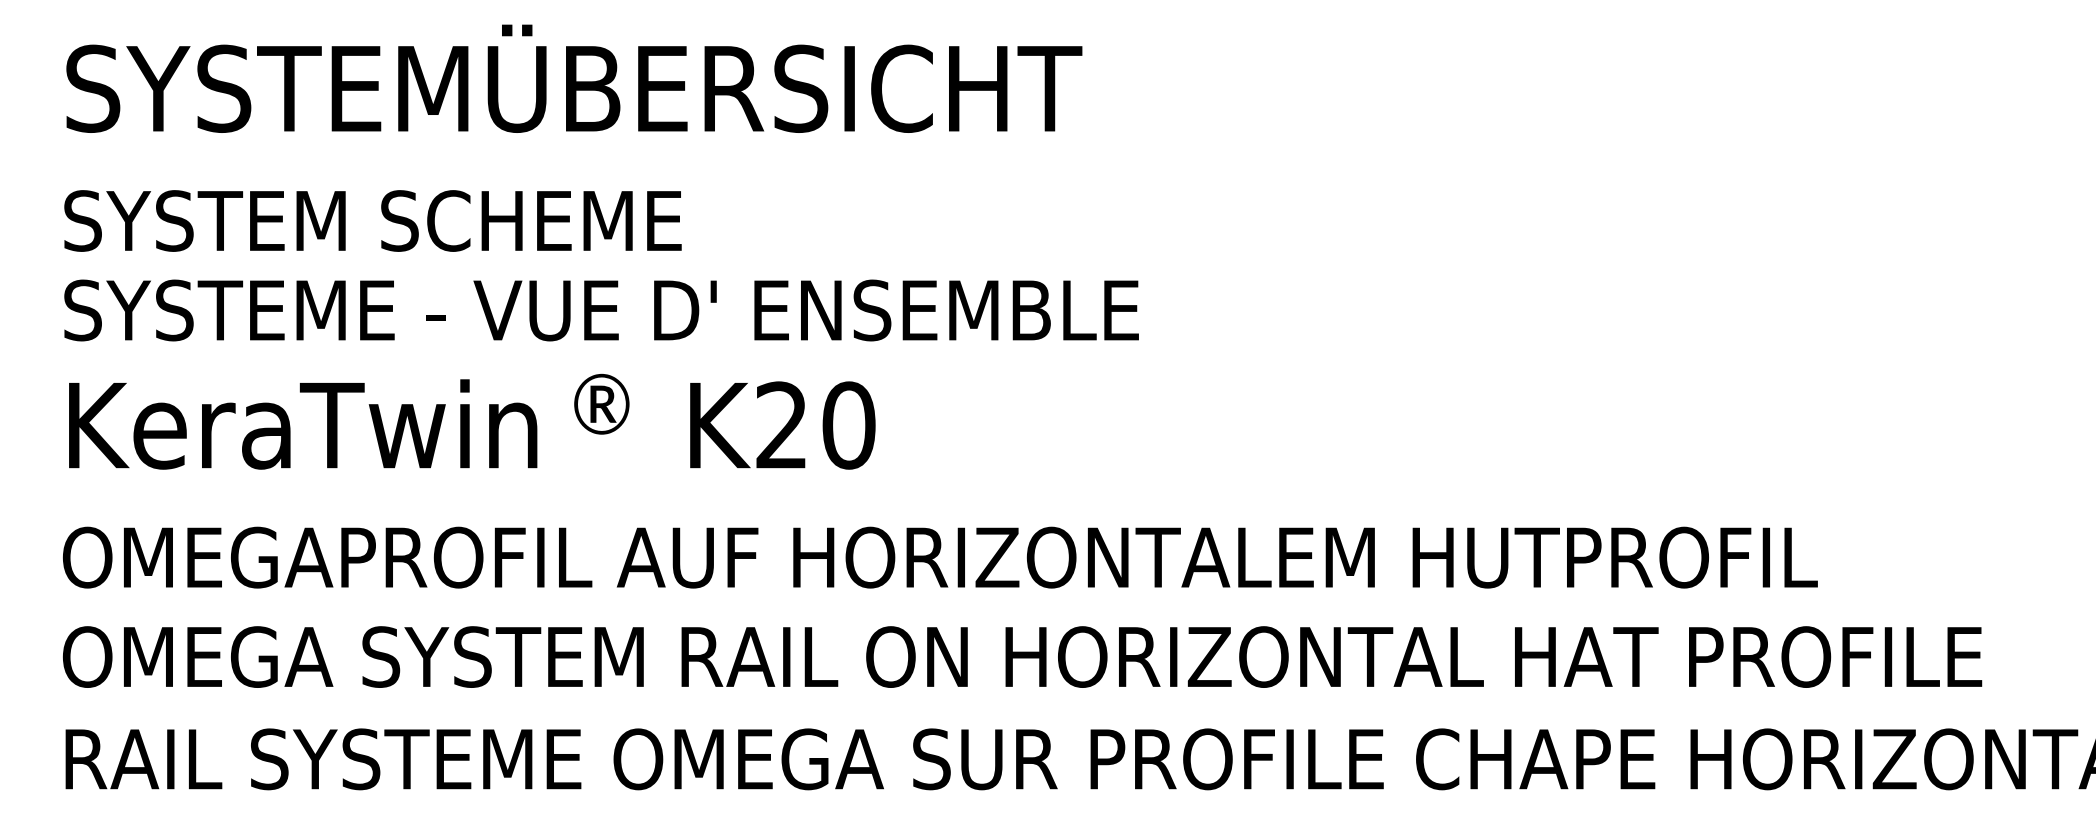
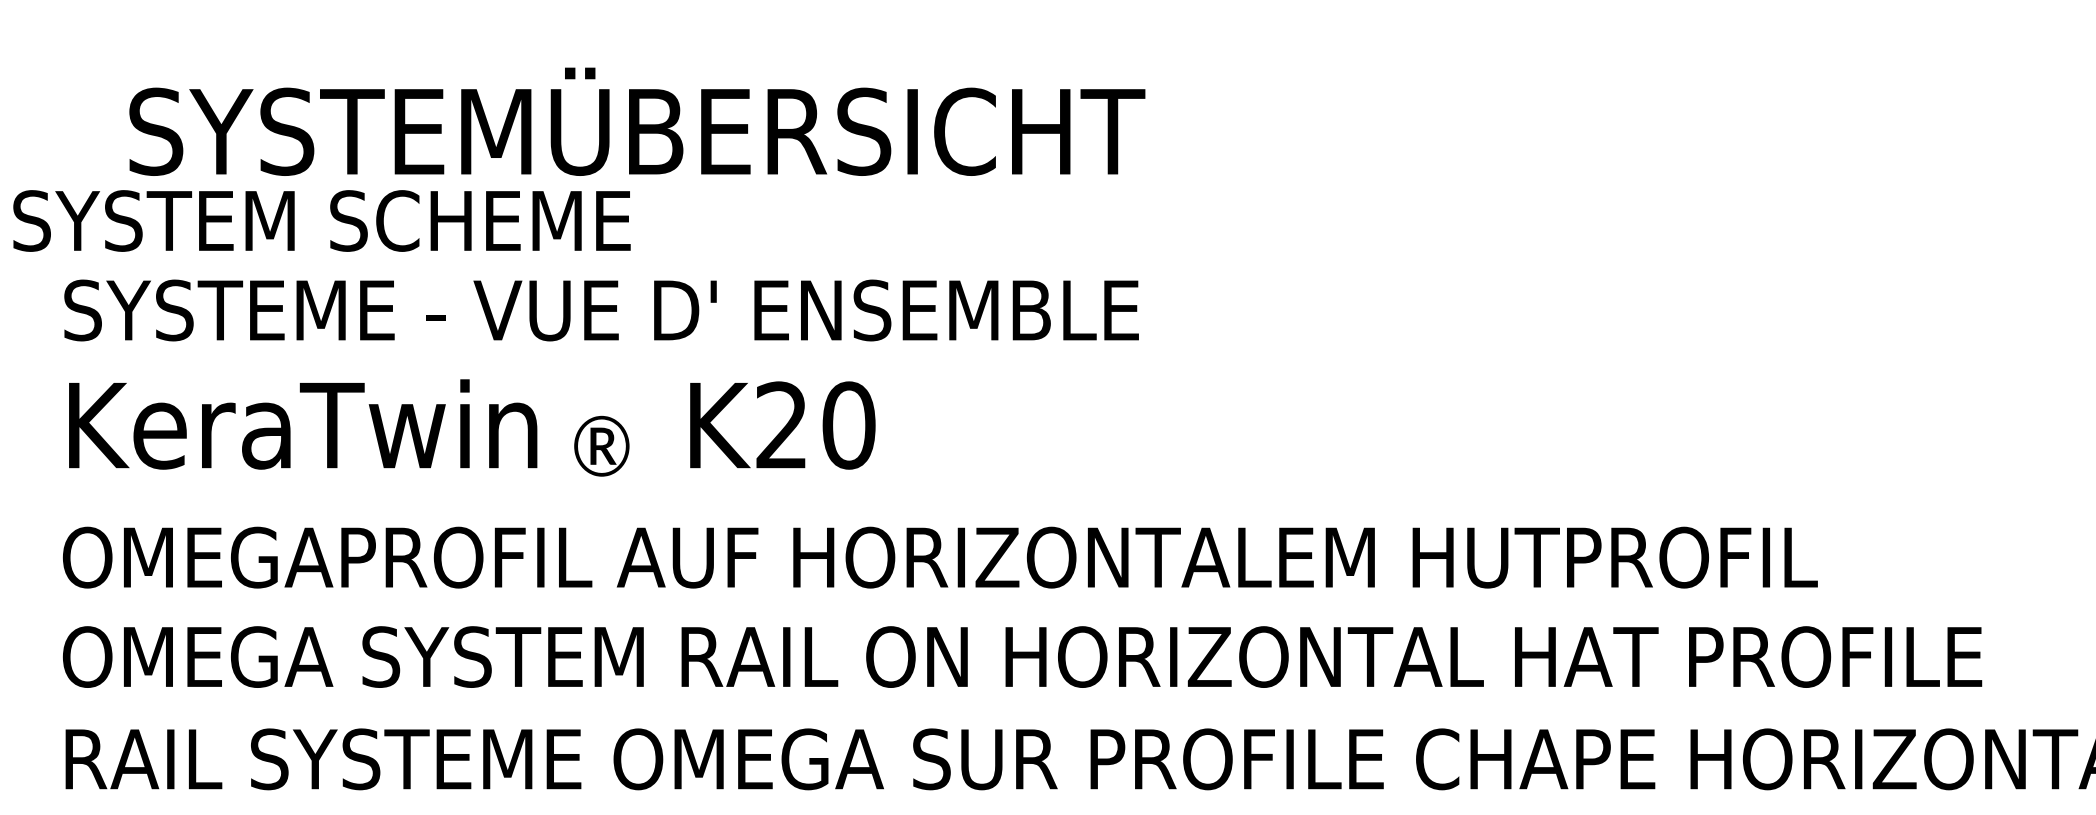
text at (574, 78) position: (574, 78) -> (637, 121)
text at (372, 220) position: (372, 220) -> (321, 220)
text at (601, 403) position: (601, 403) -> (601, 445)
